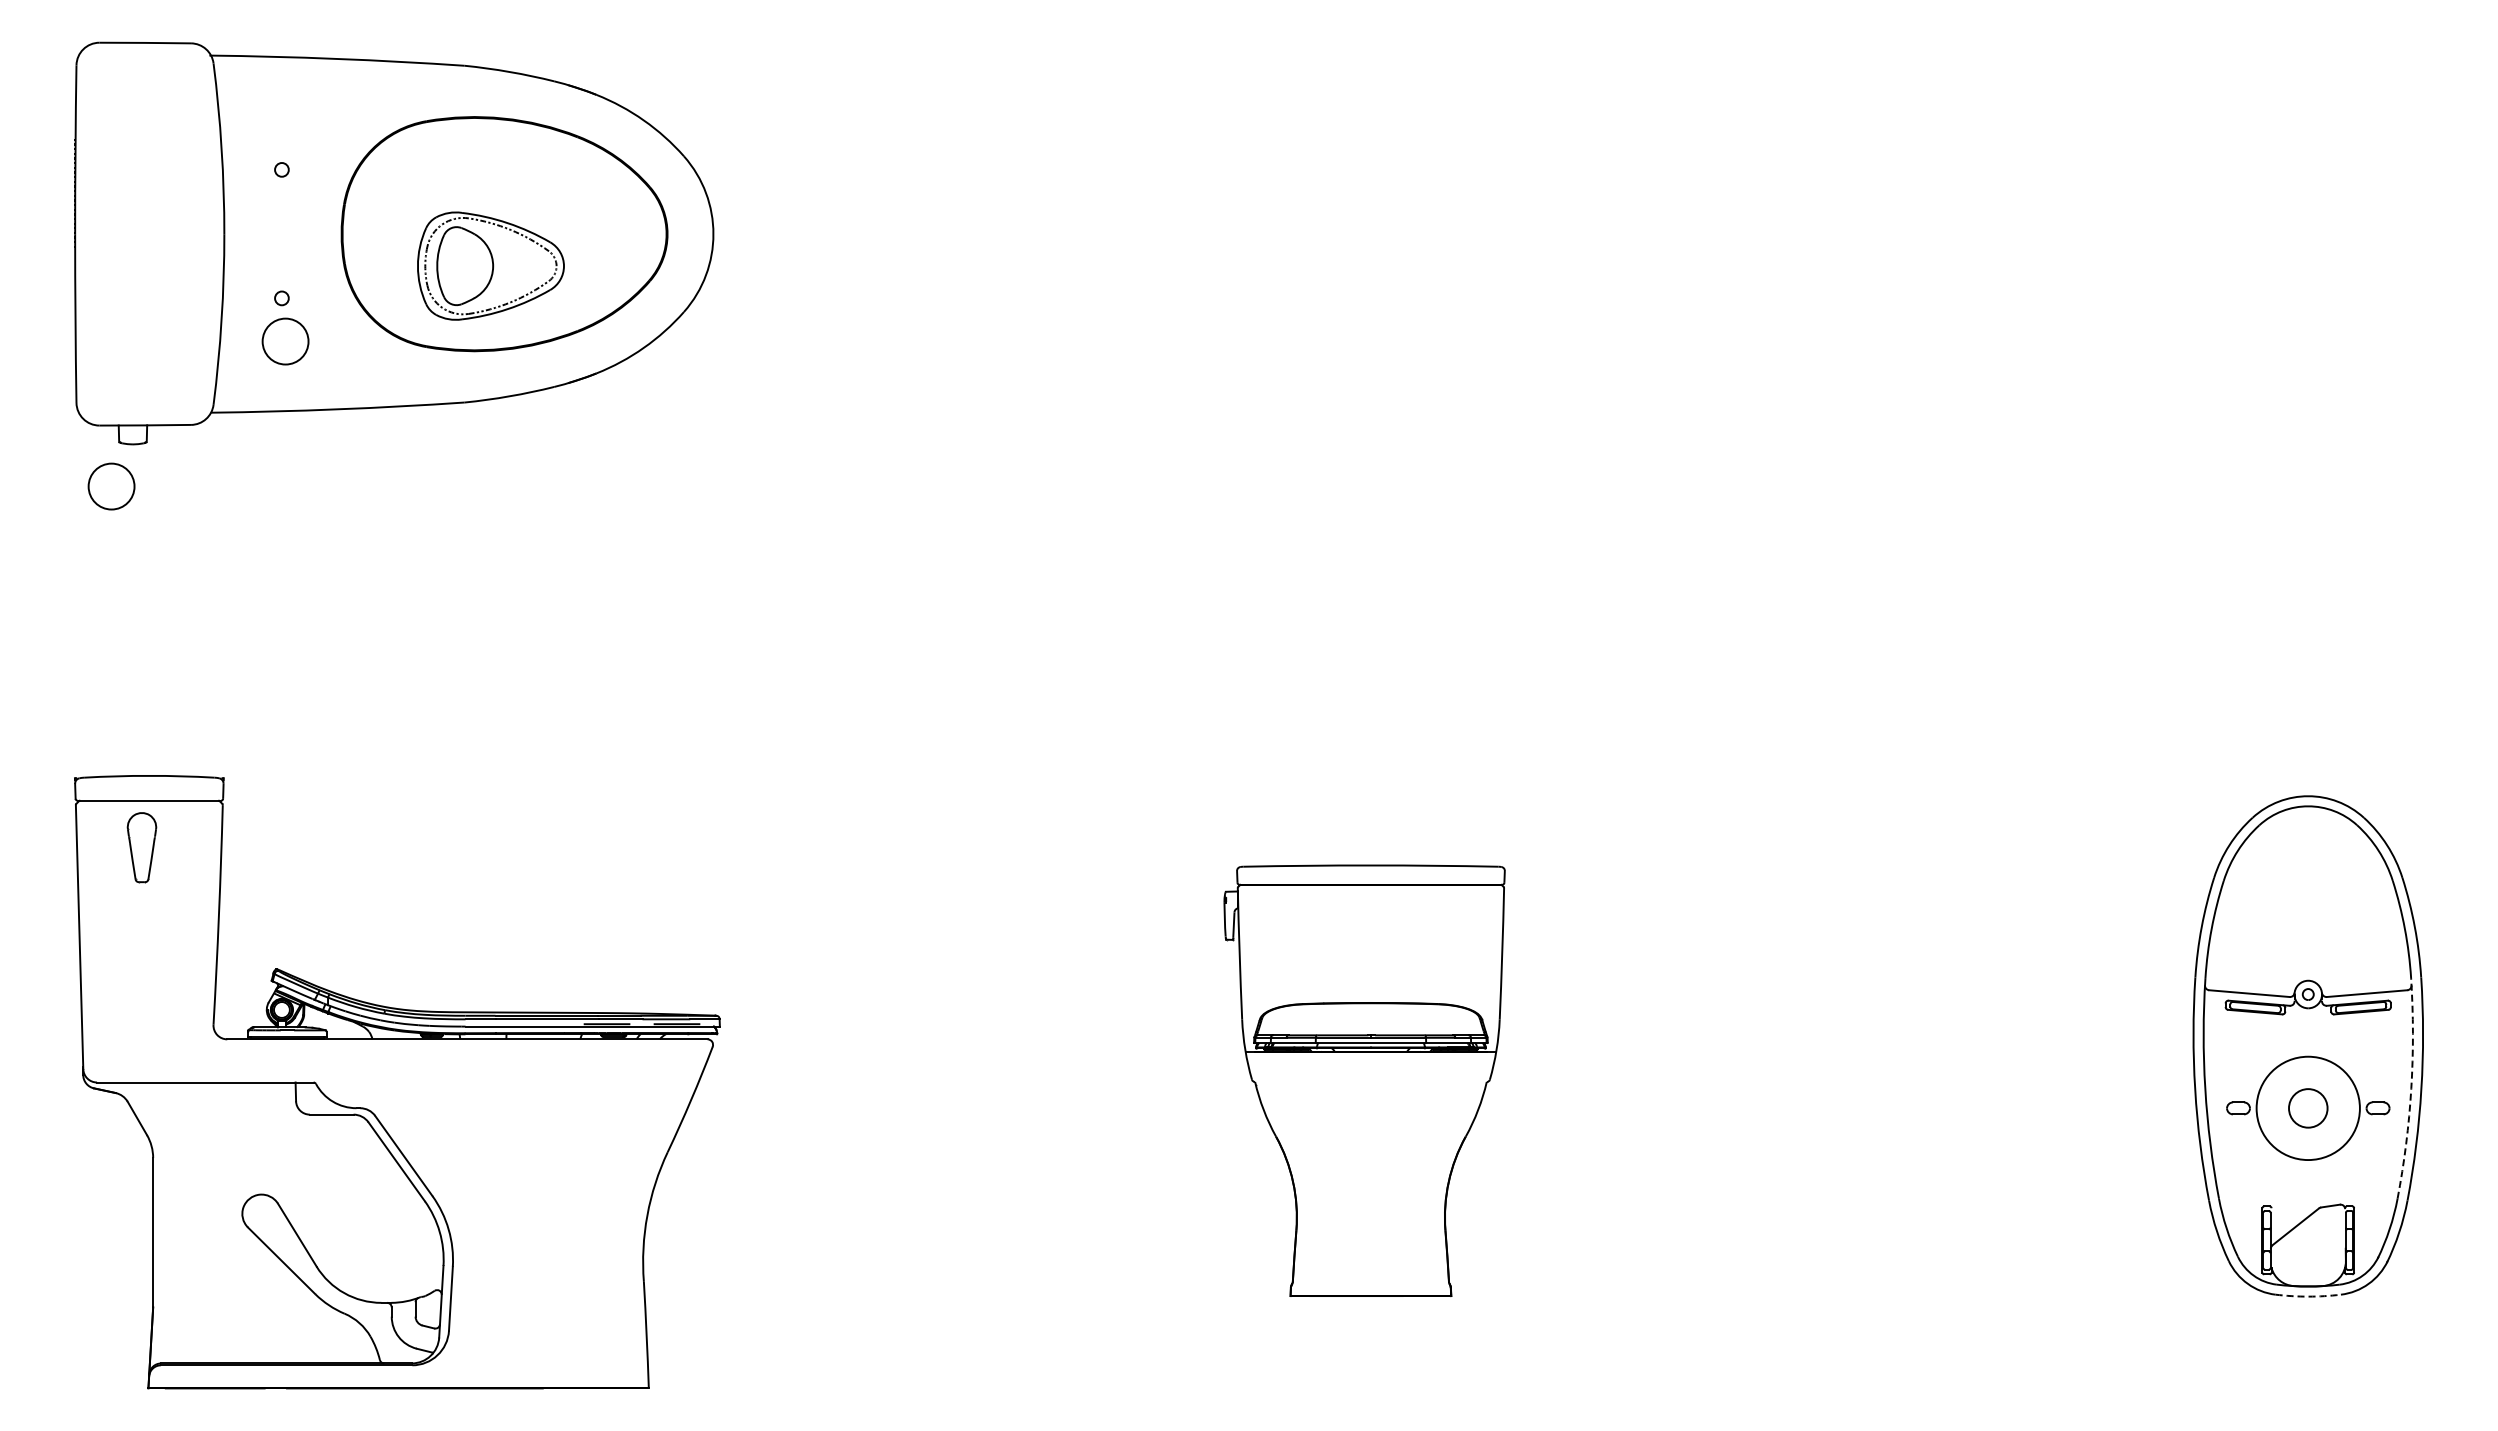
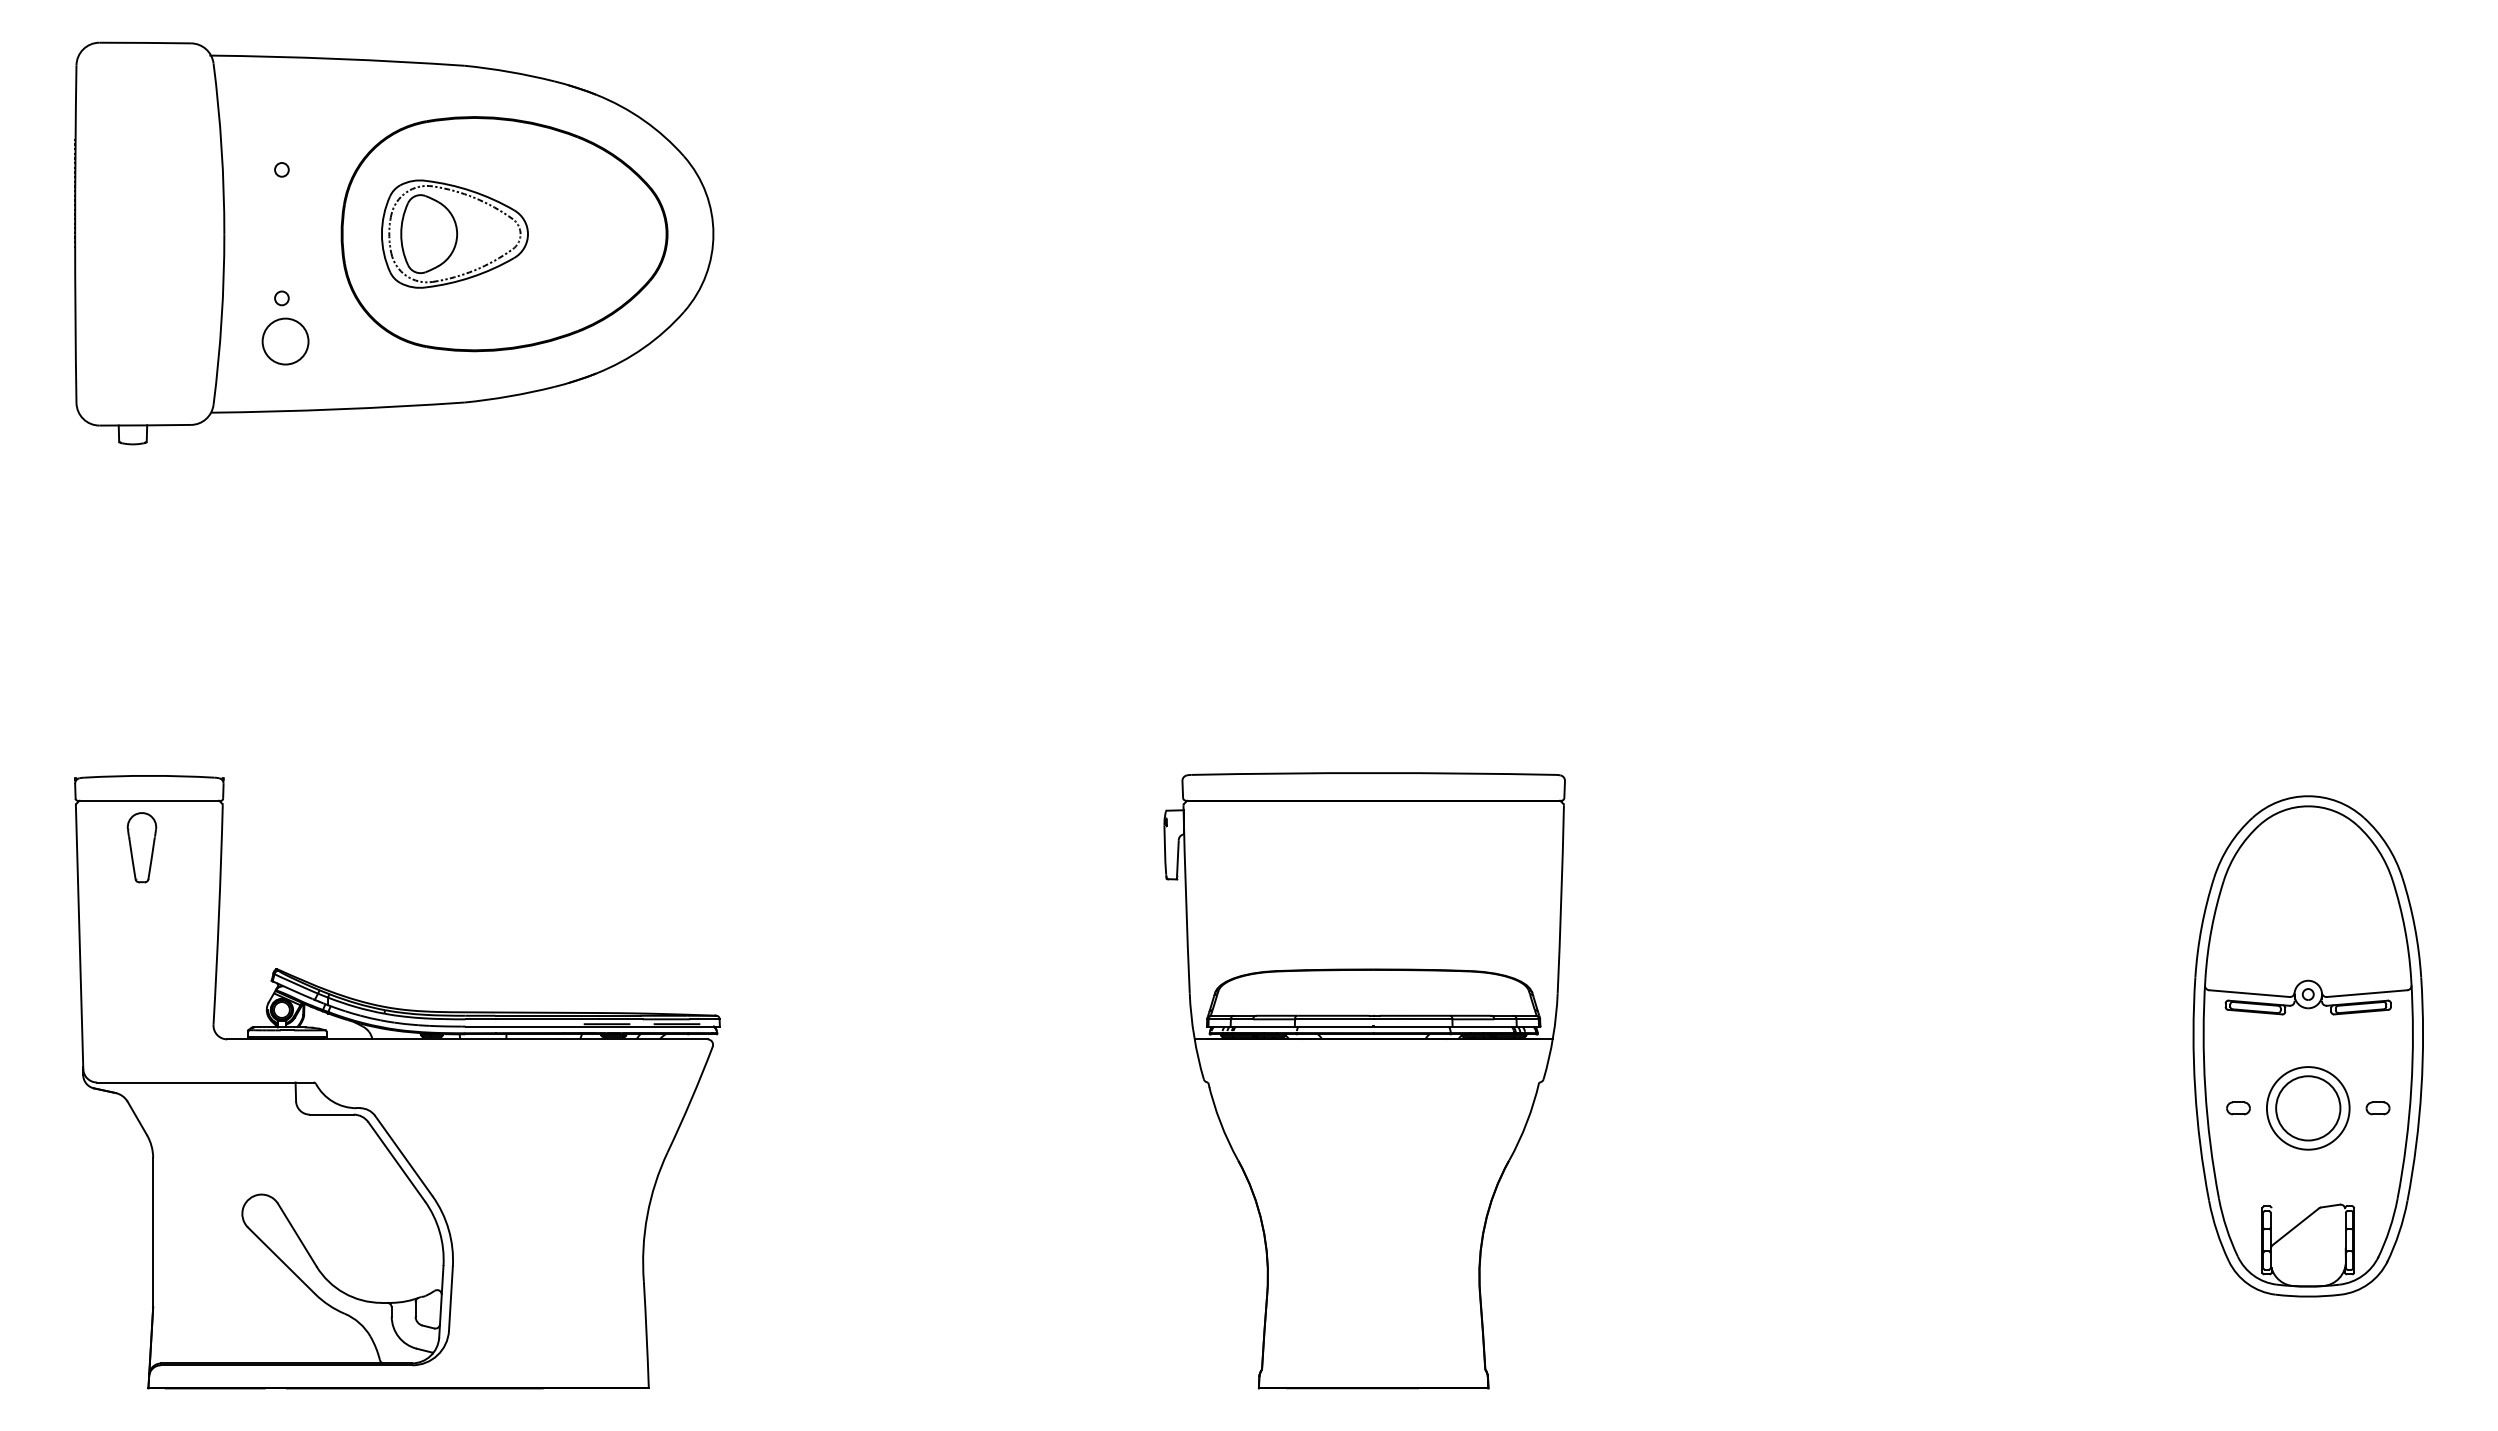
part at (490, 265) position: (490, 265) -> (454, 233)
circle at (111, 486): present -> none
part at (1364, 1080) size: 283x434 px -> 403x618 px
arc at (2411, 1088): dashed -> solid
circle at (2307, 1108) diameter: 103 px -> 83 px
circle at (2308, 1108) diameter: 39 px -> 64 px
arc at (2308, 1296): dashed -> solid
